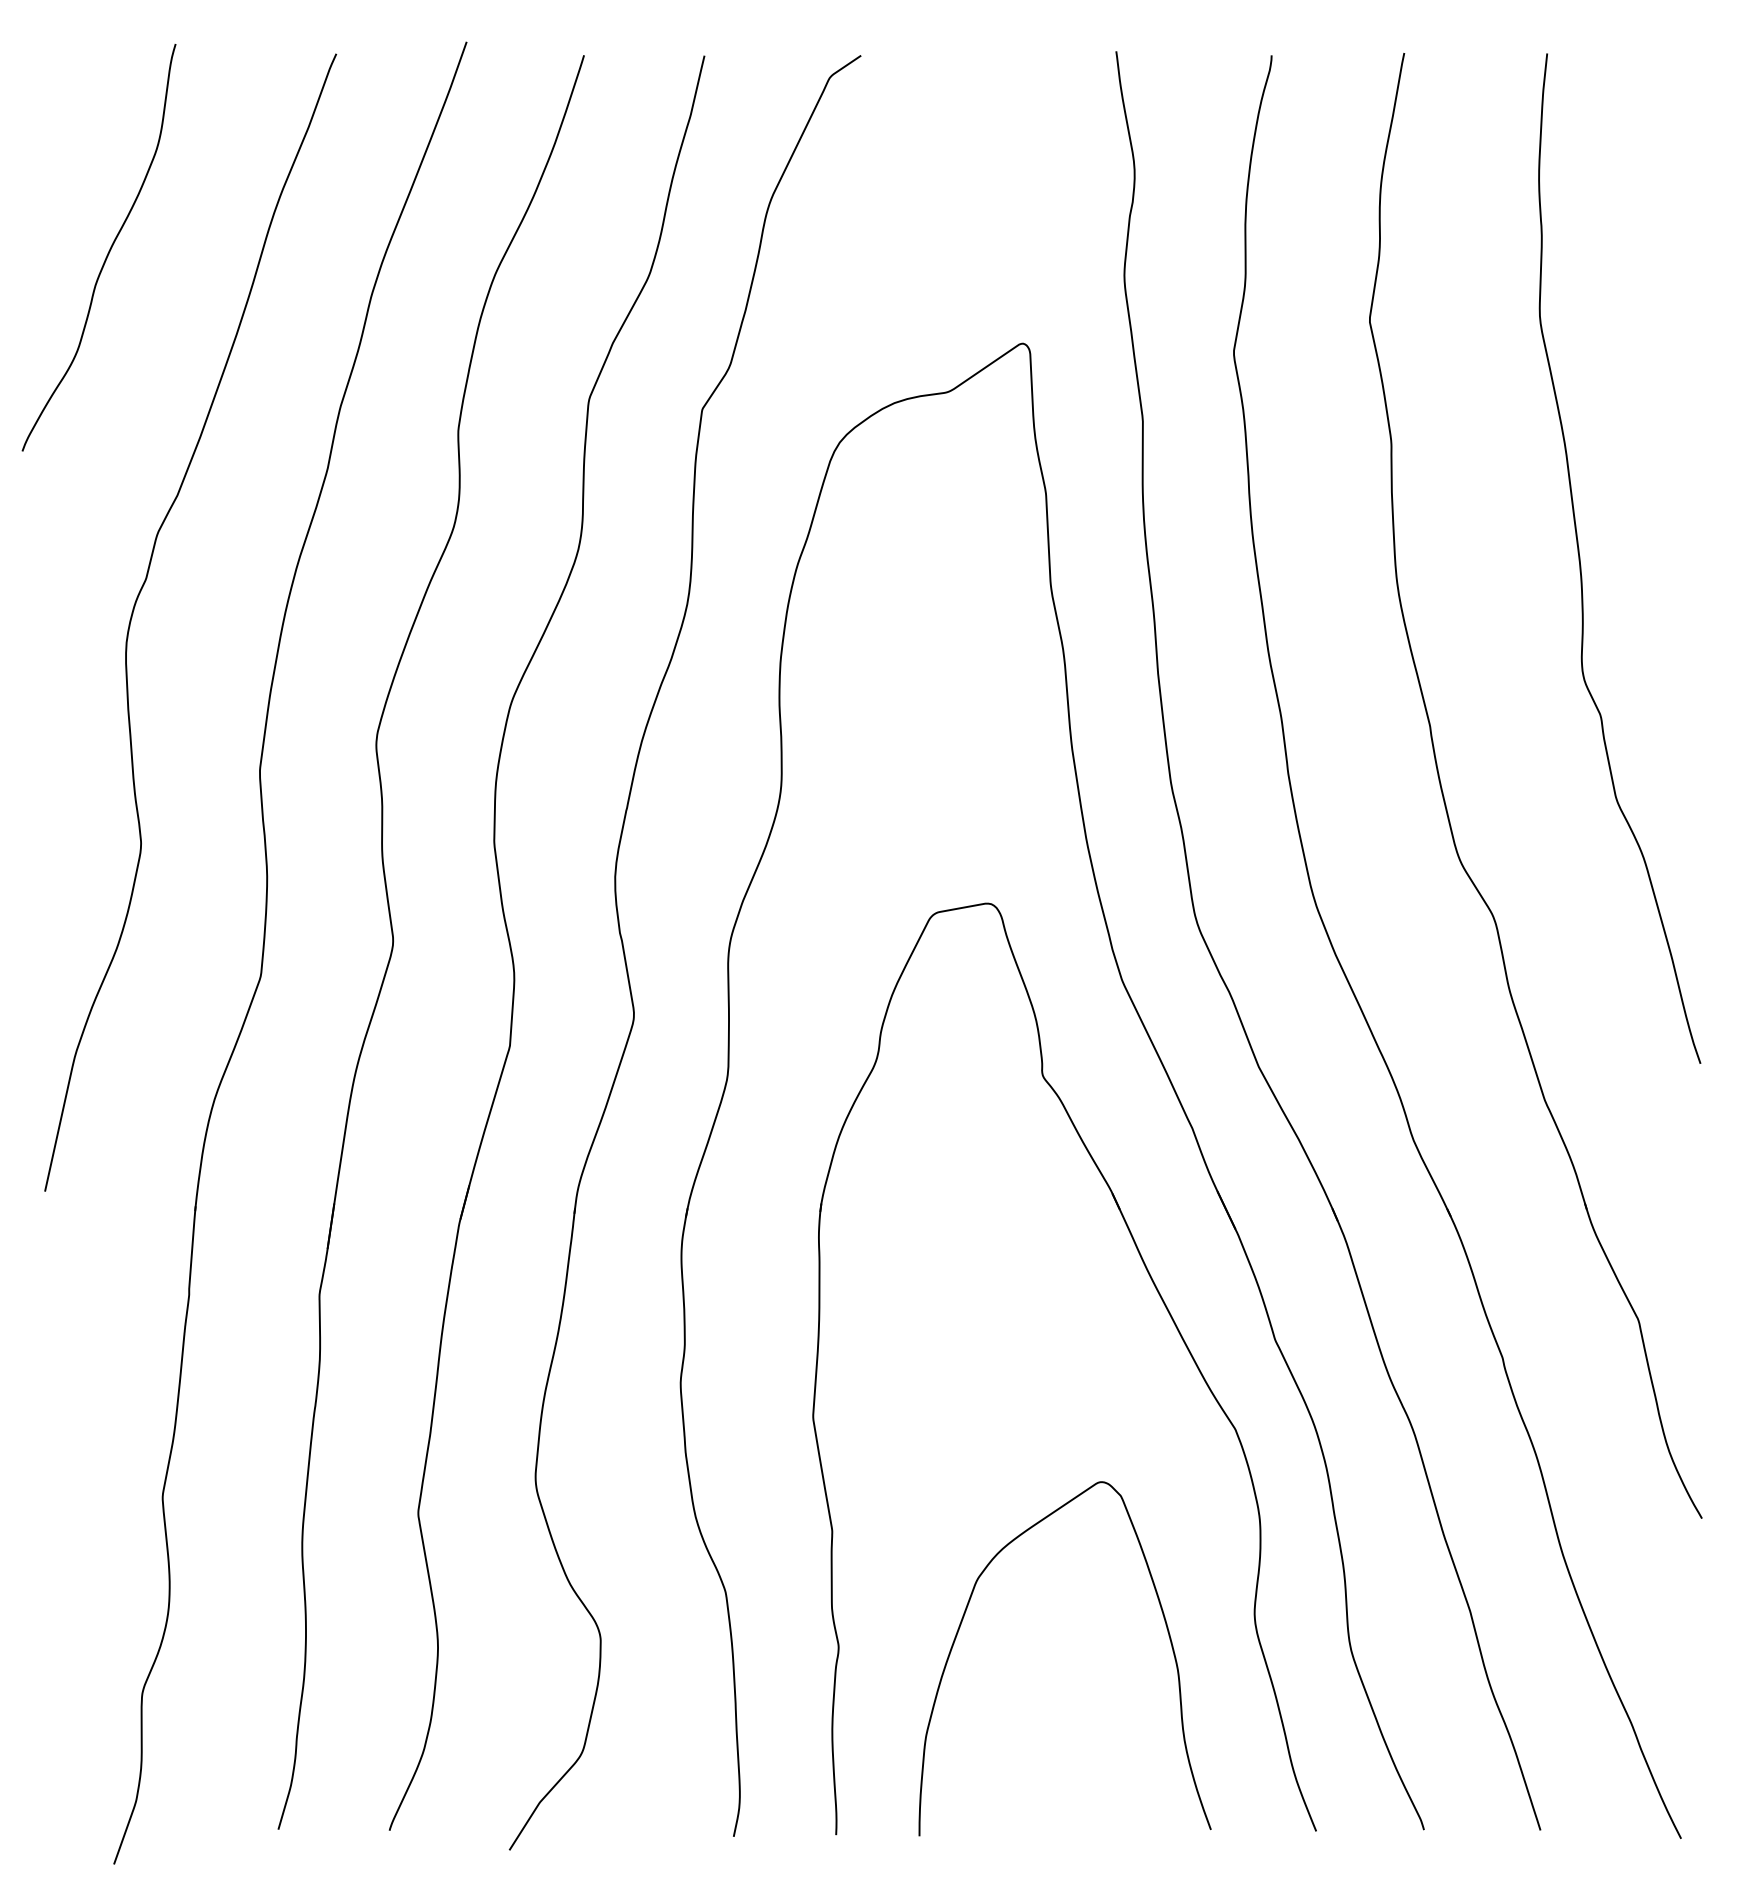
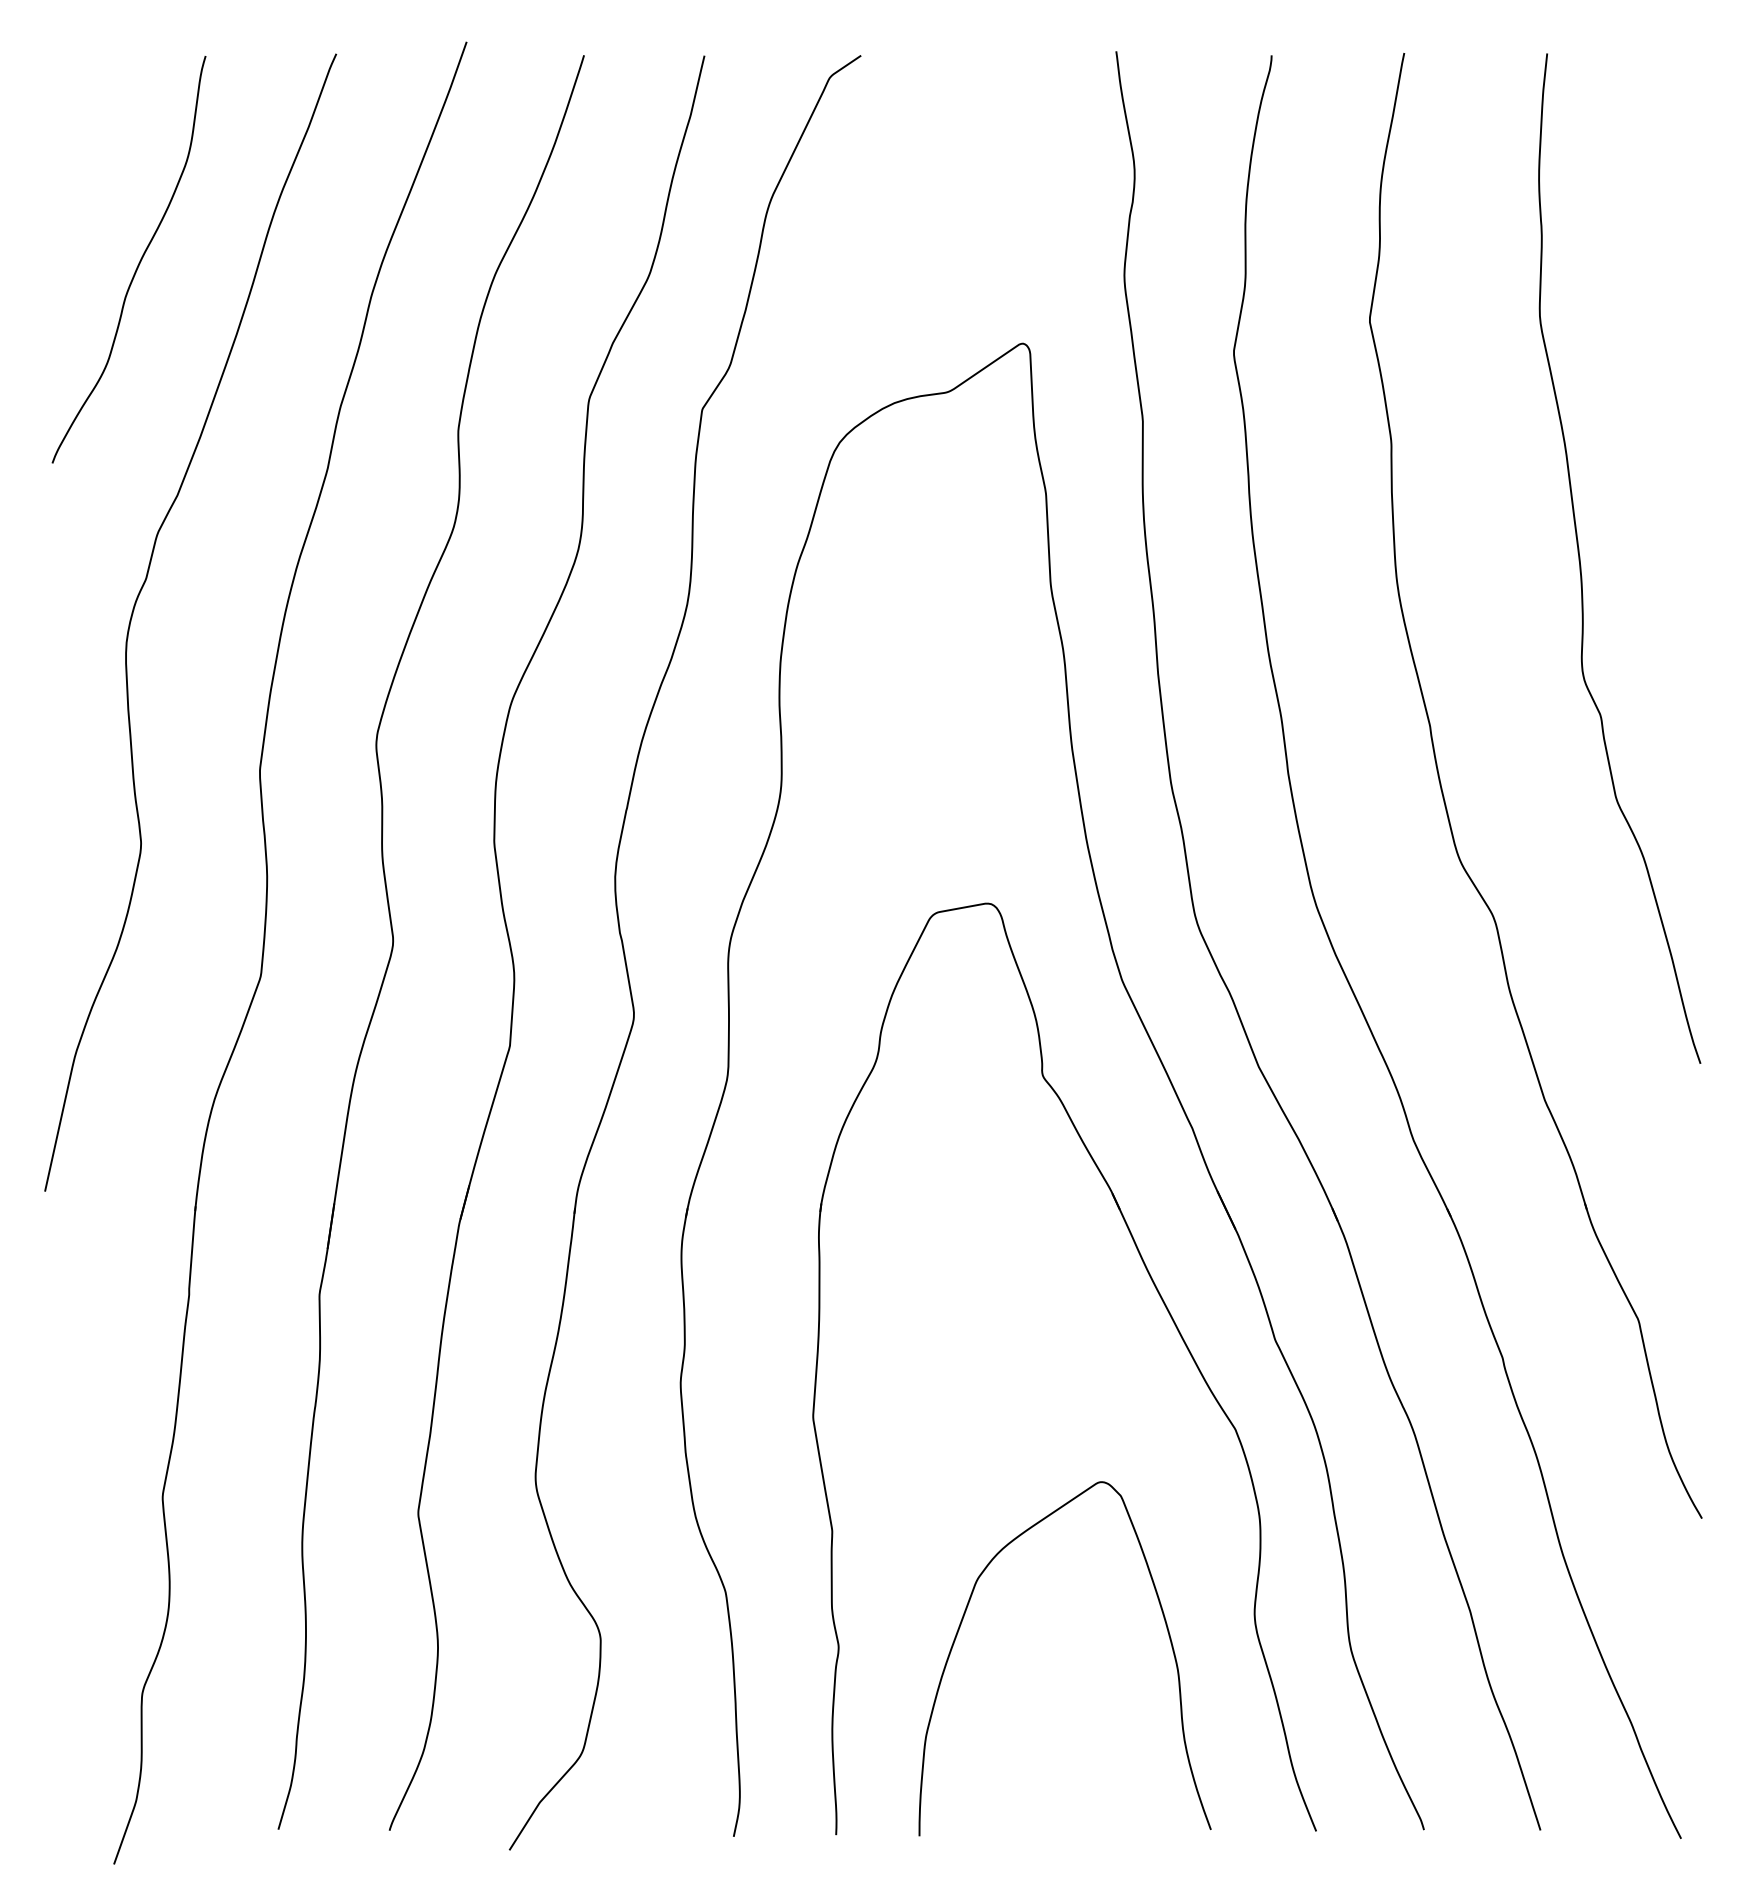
curve at (108, 251) position: (108, 251) -> (138, 263)
